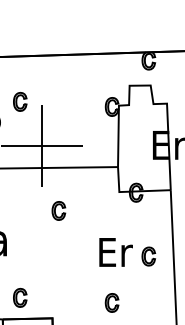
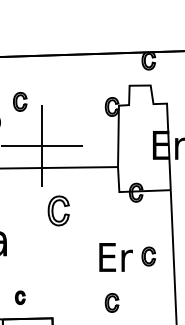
part at (58, 210) size: 16x20 px -> 23x32 px
text at (115, 252) position: (115, 252) -> (115, 257)
part at (20, 297) size: 15x21 px -> 11x15 px
